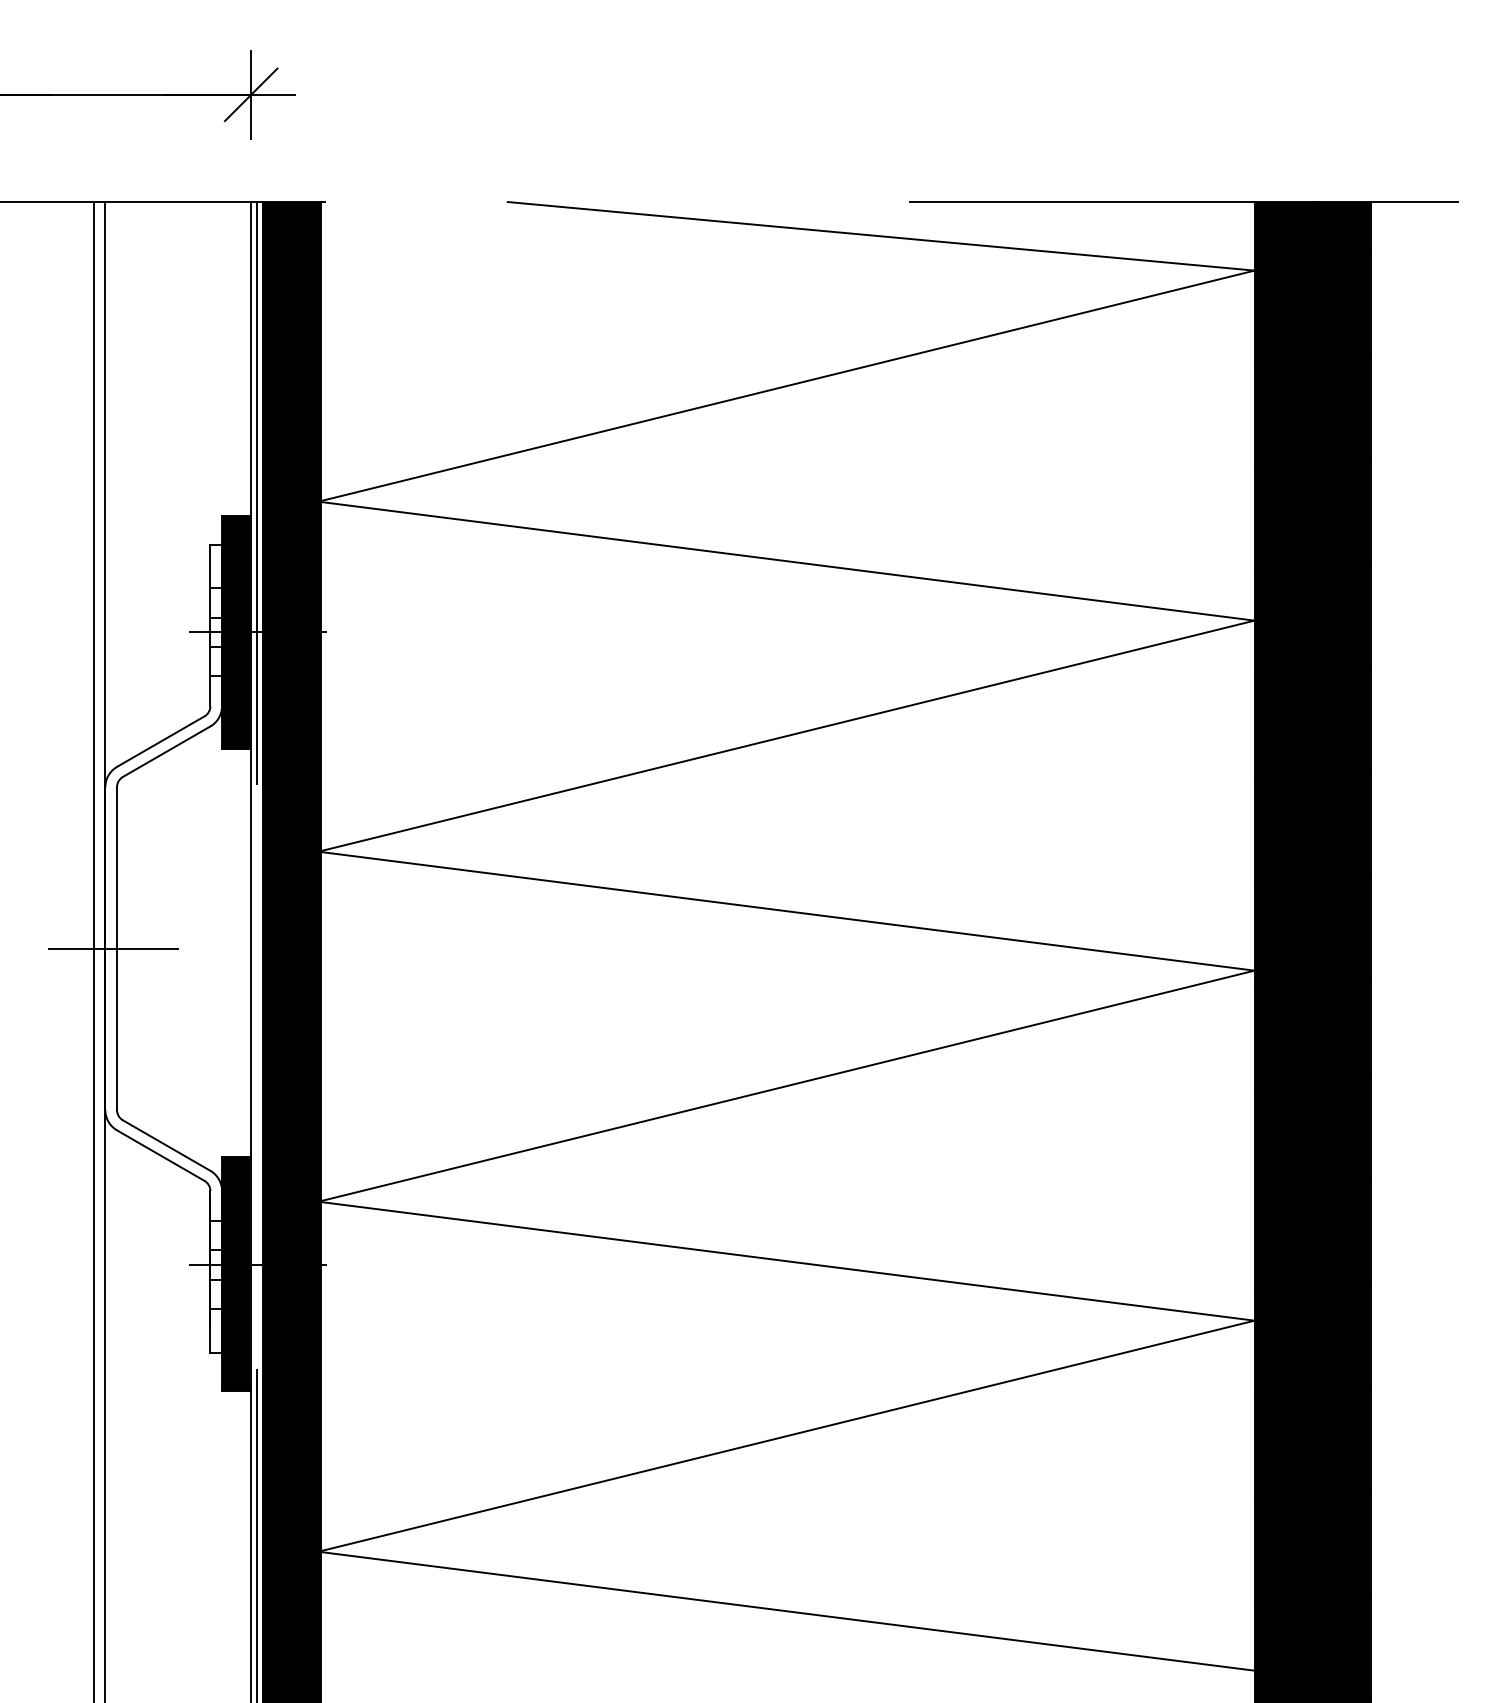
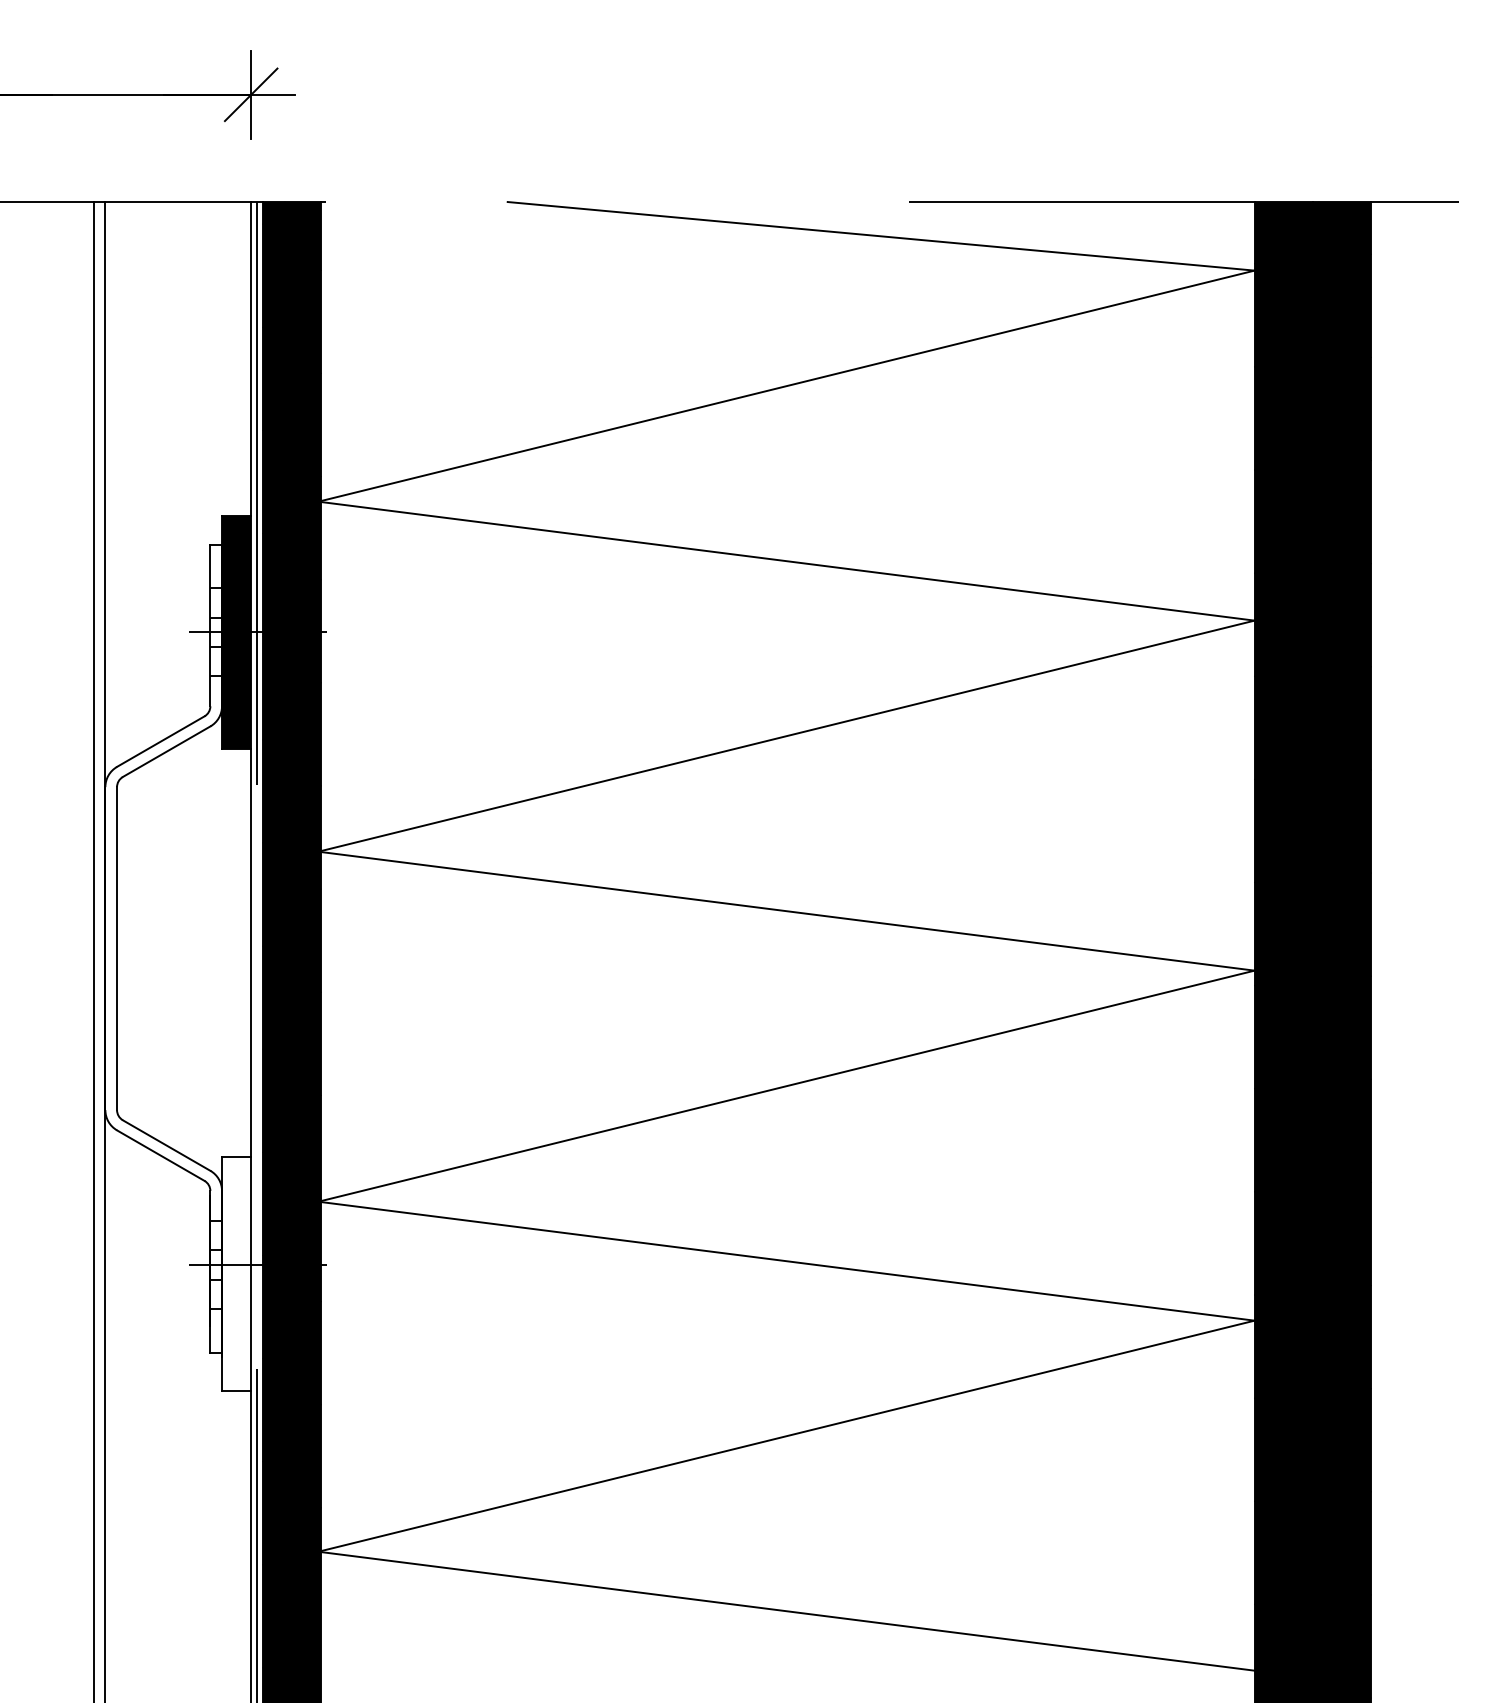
line at (113, 948): present -> none
fill at (236, 1273): present -> none
